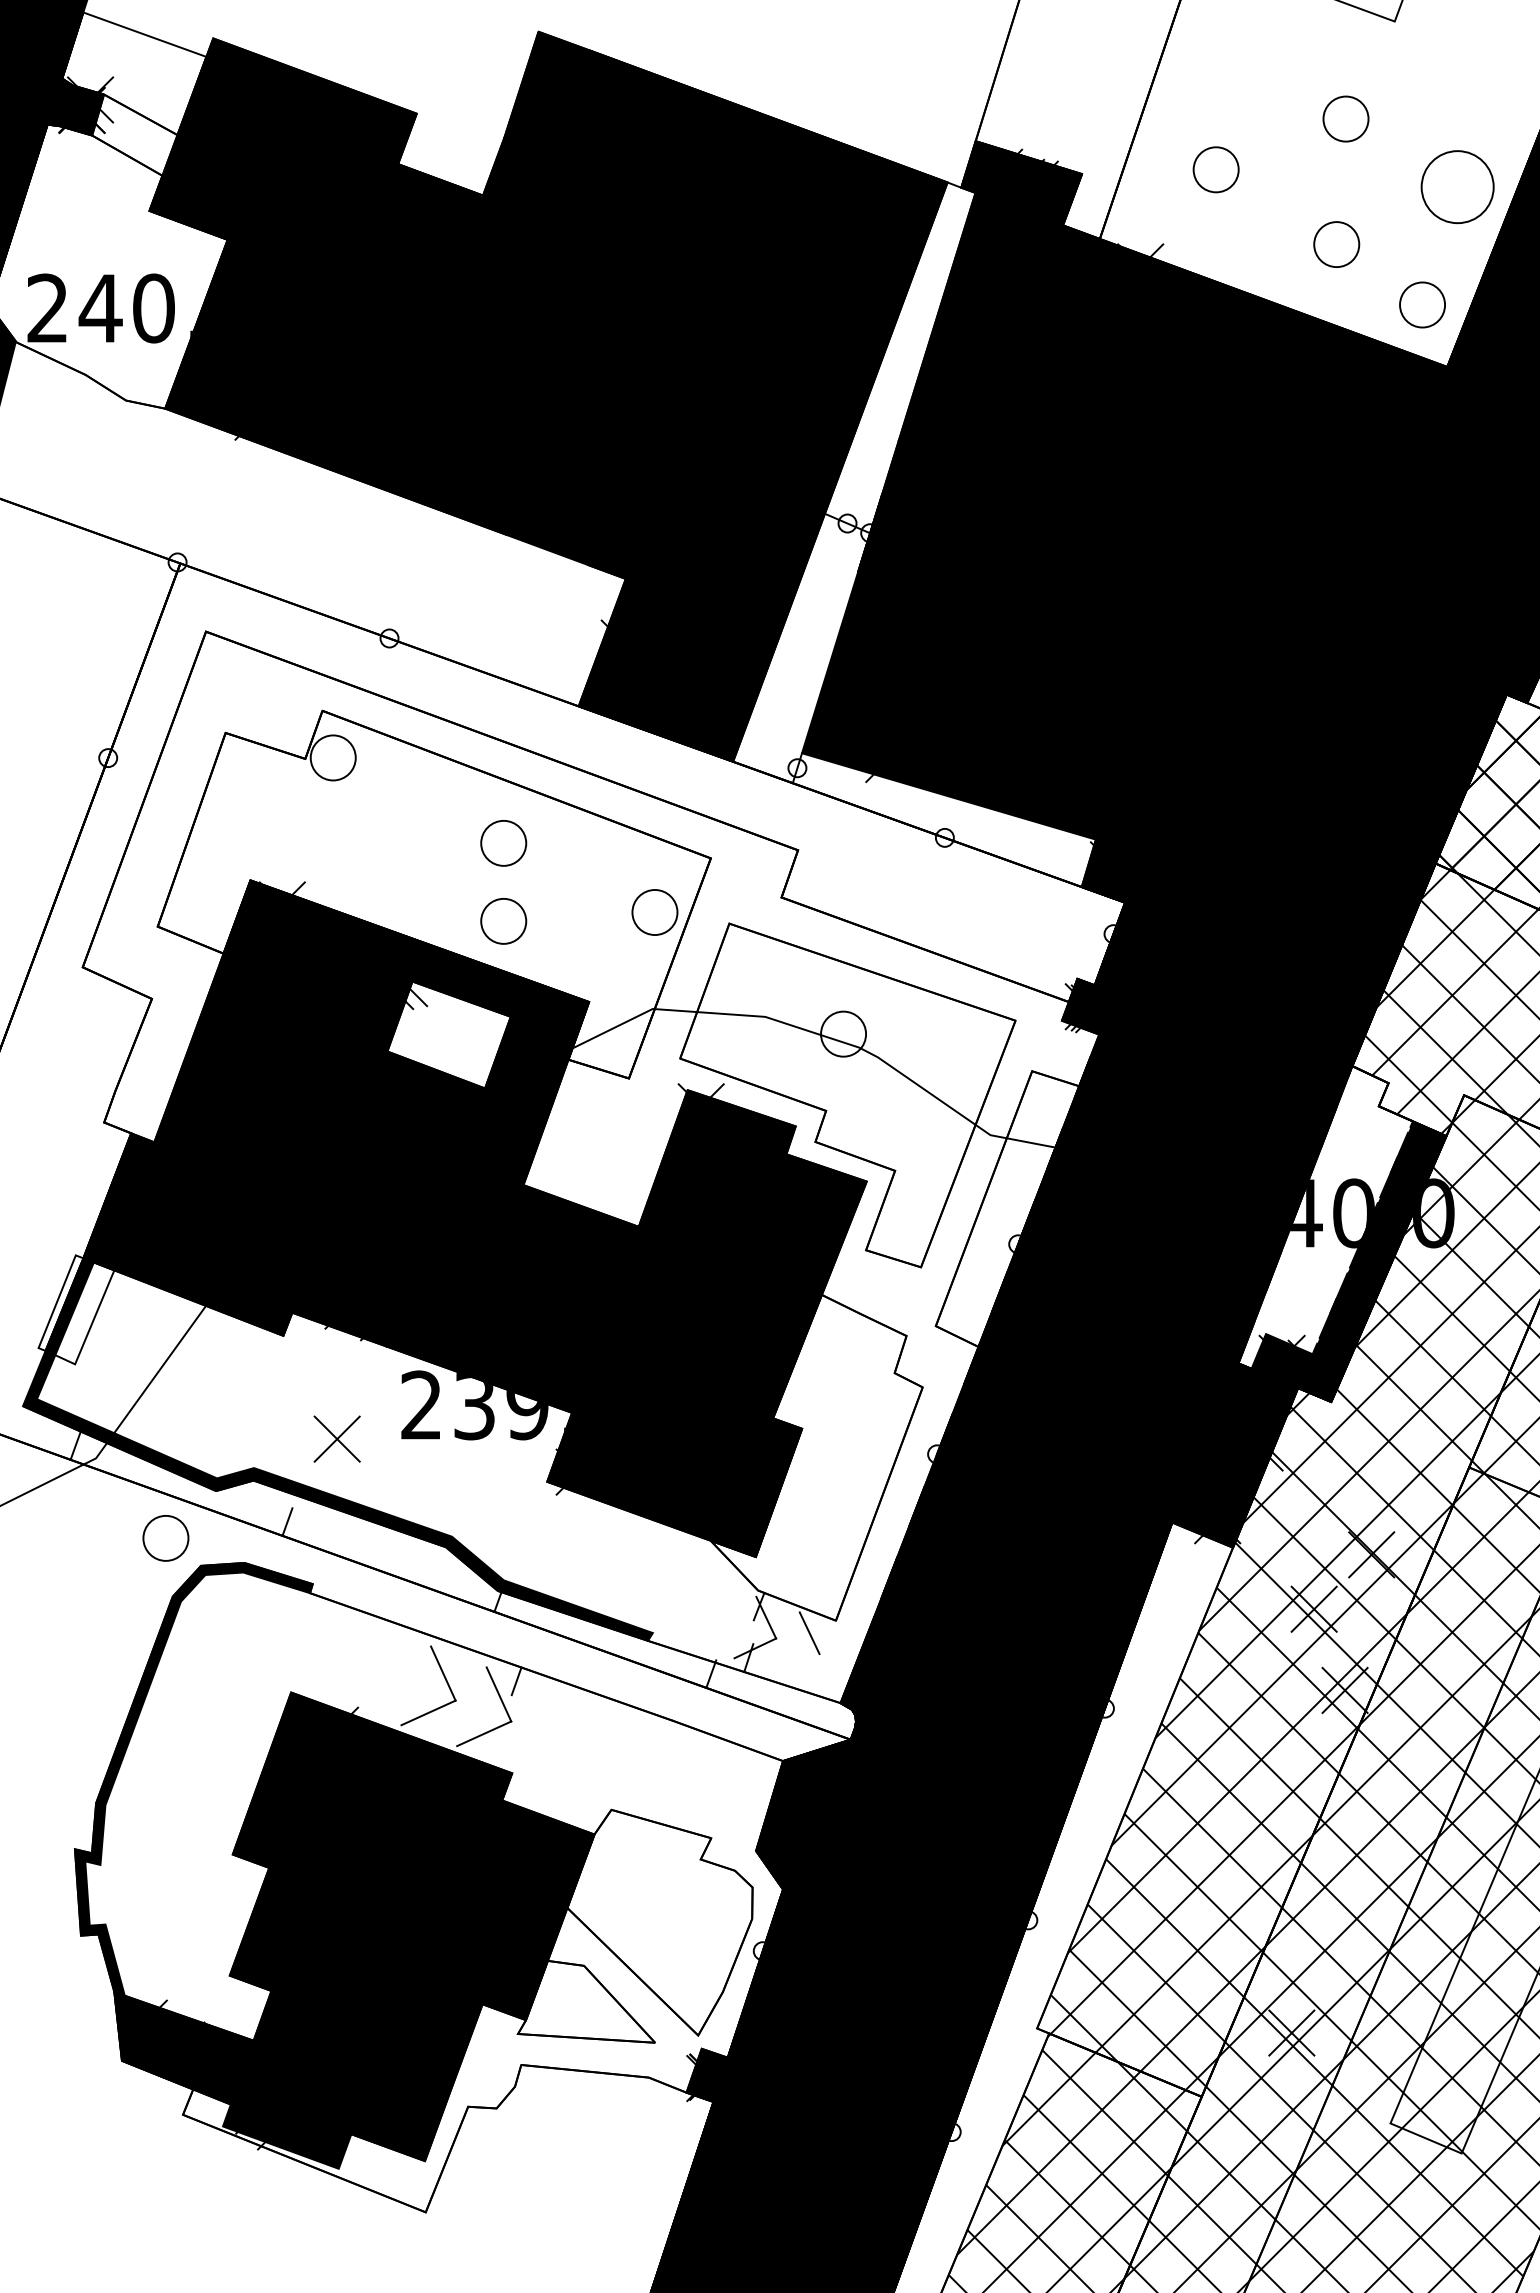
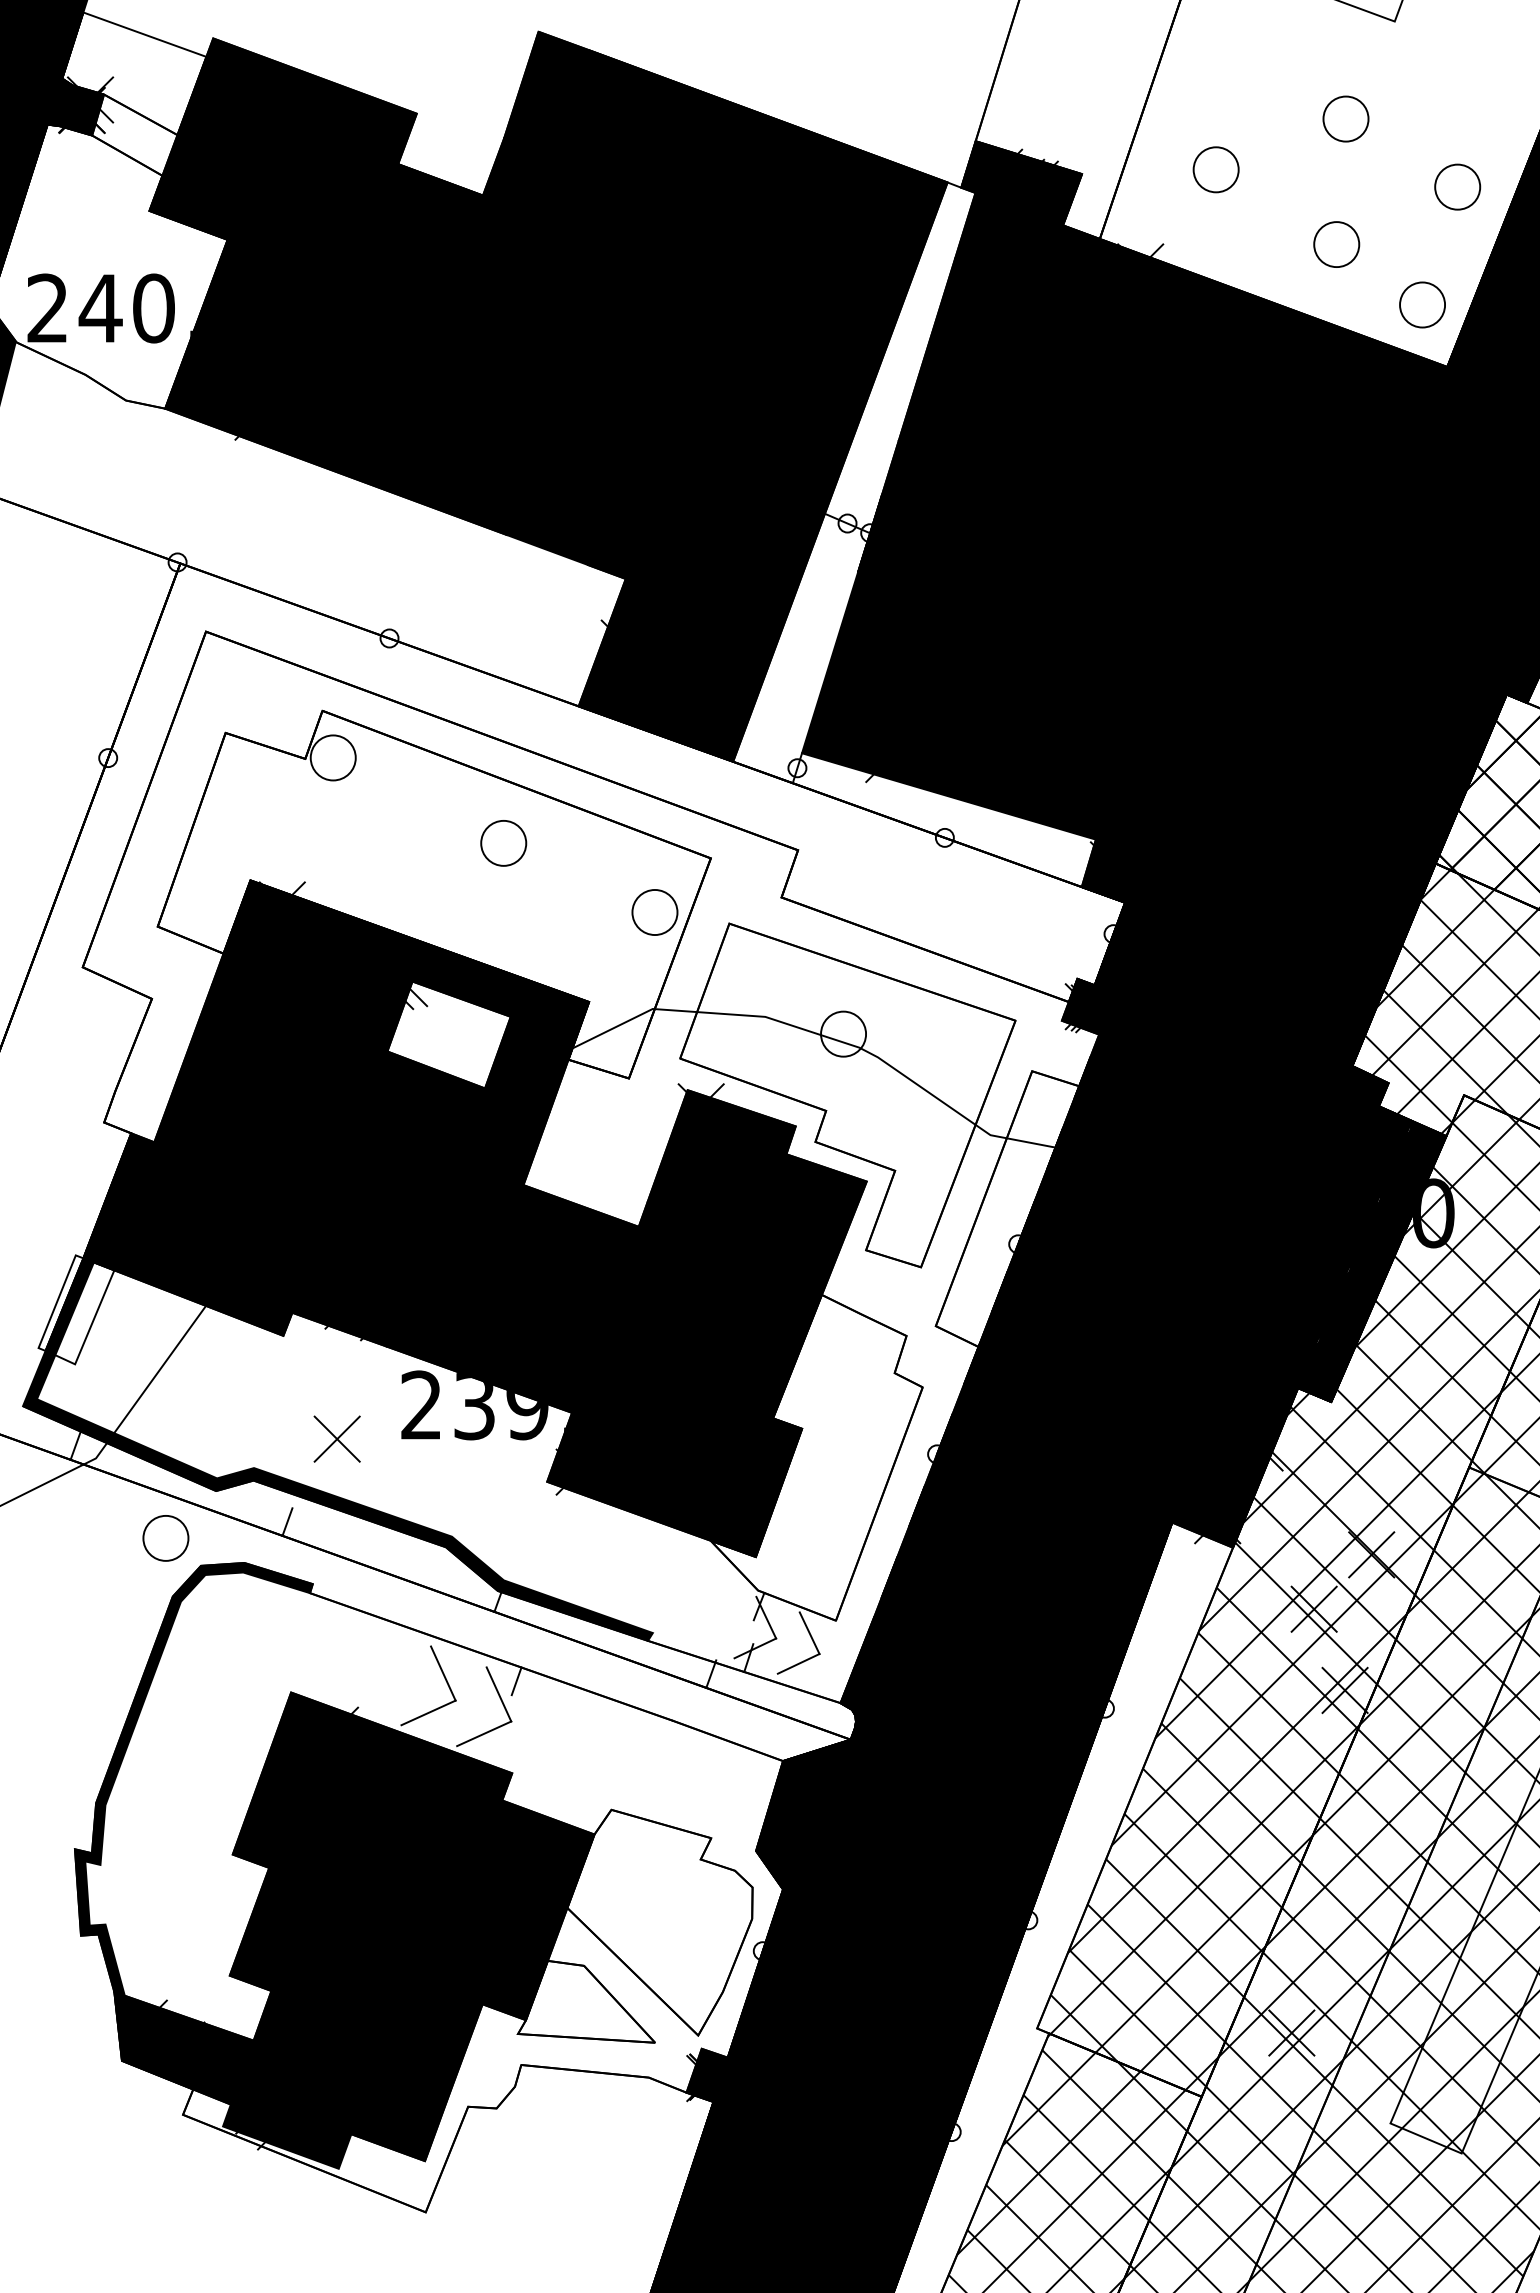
circle at (1457, 187) diameter: 72 px -> 45 px
circle at (503, 921): present -> none
fill at (1325, 1227): none -> present
line at (798, 1663): none -> present
